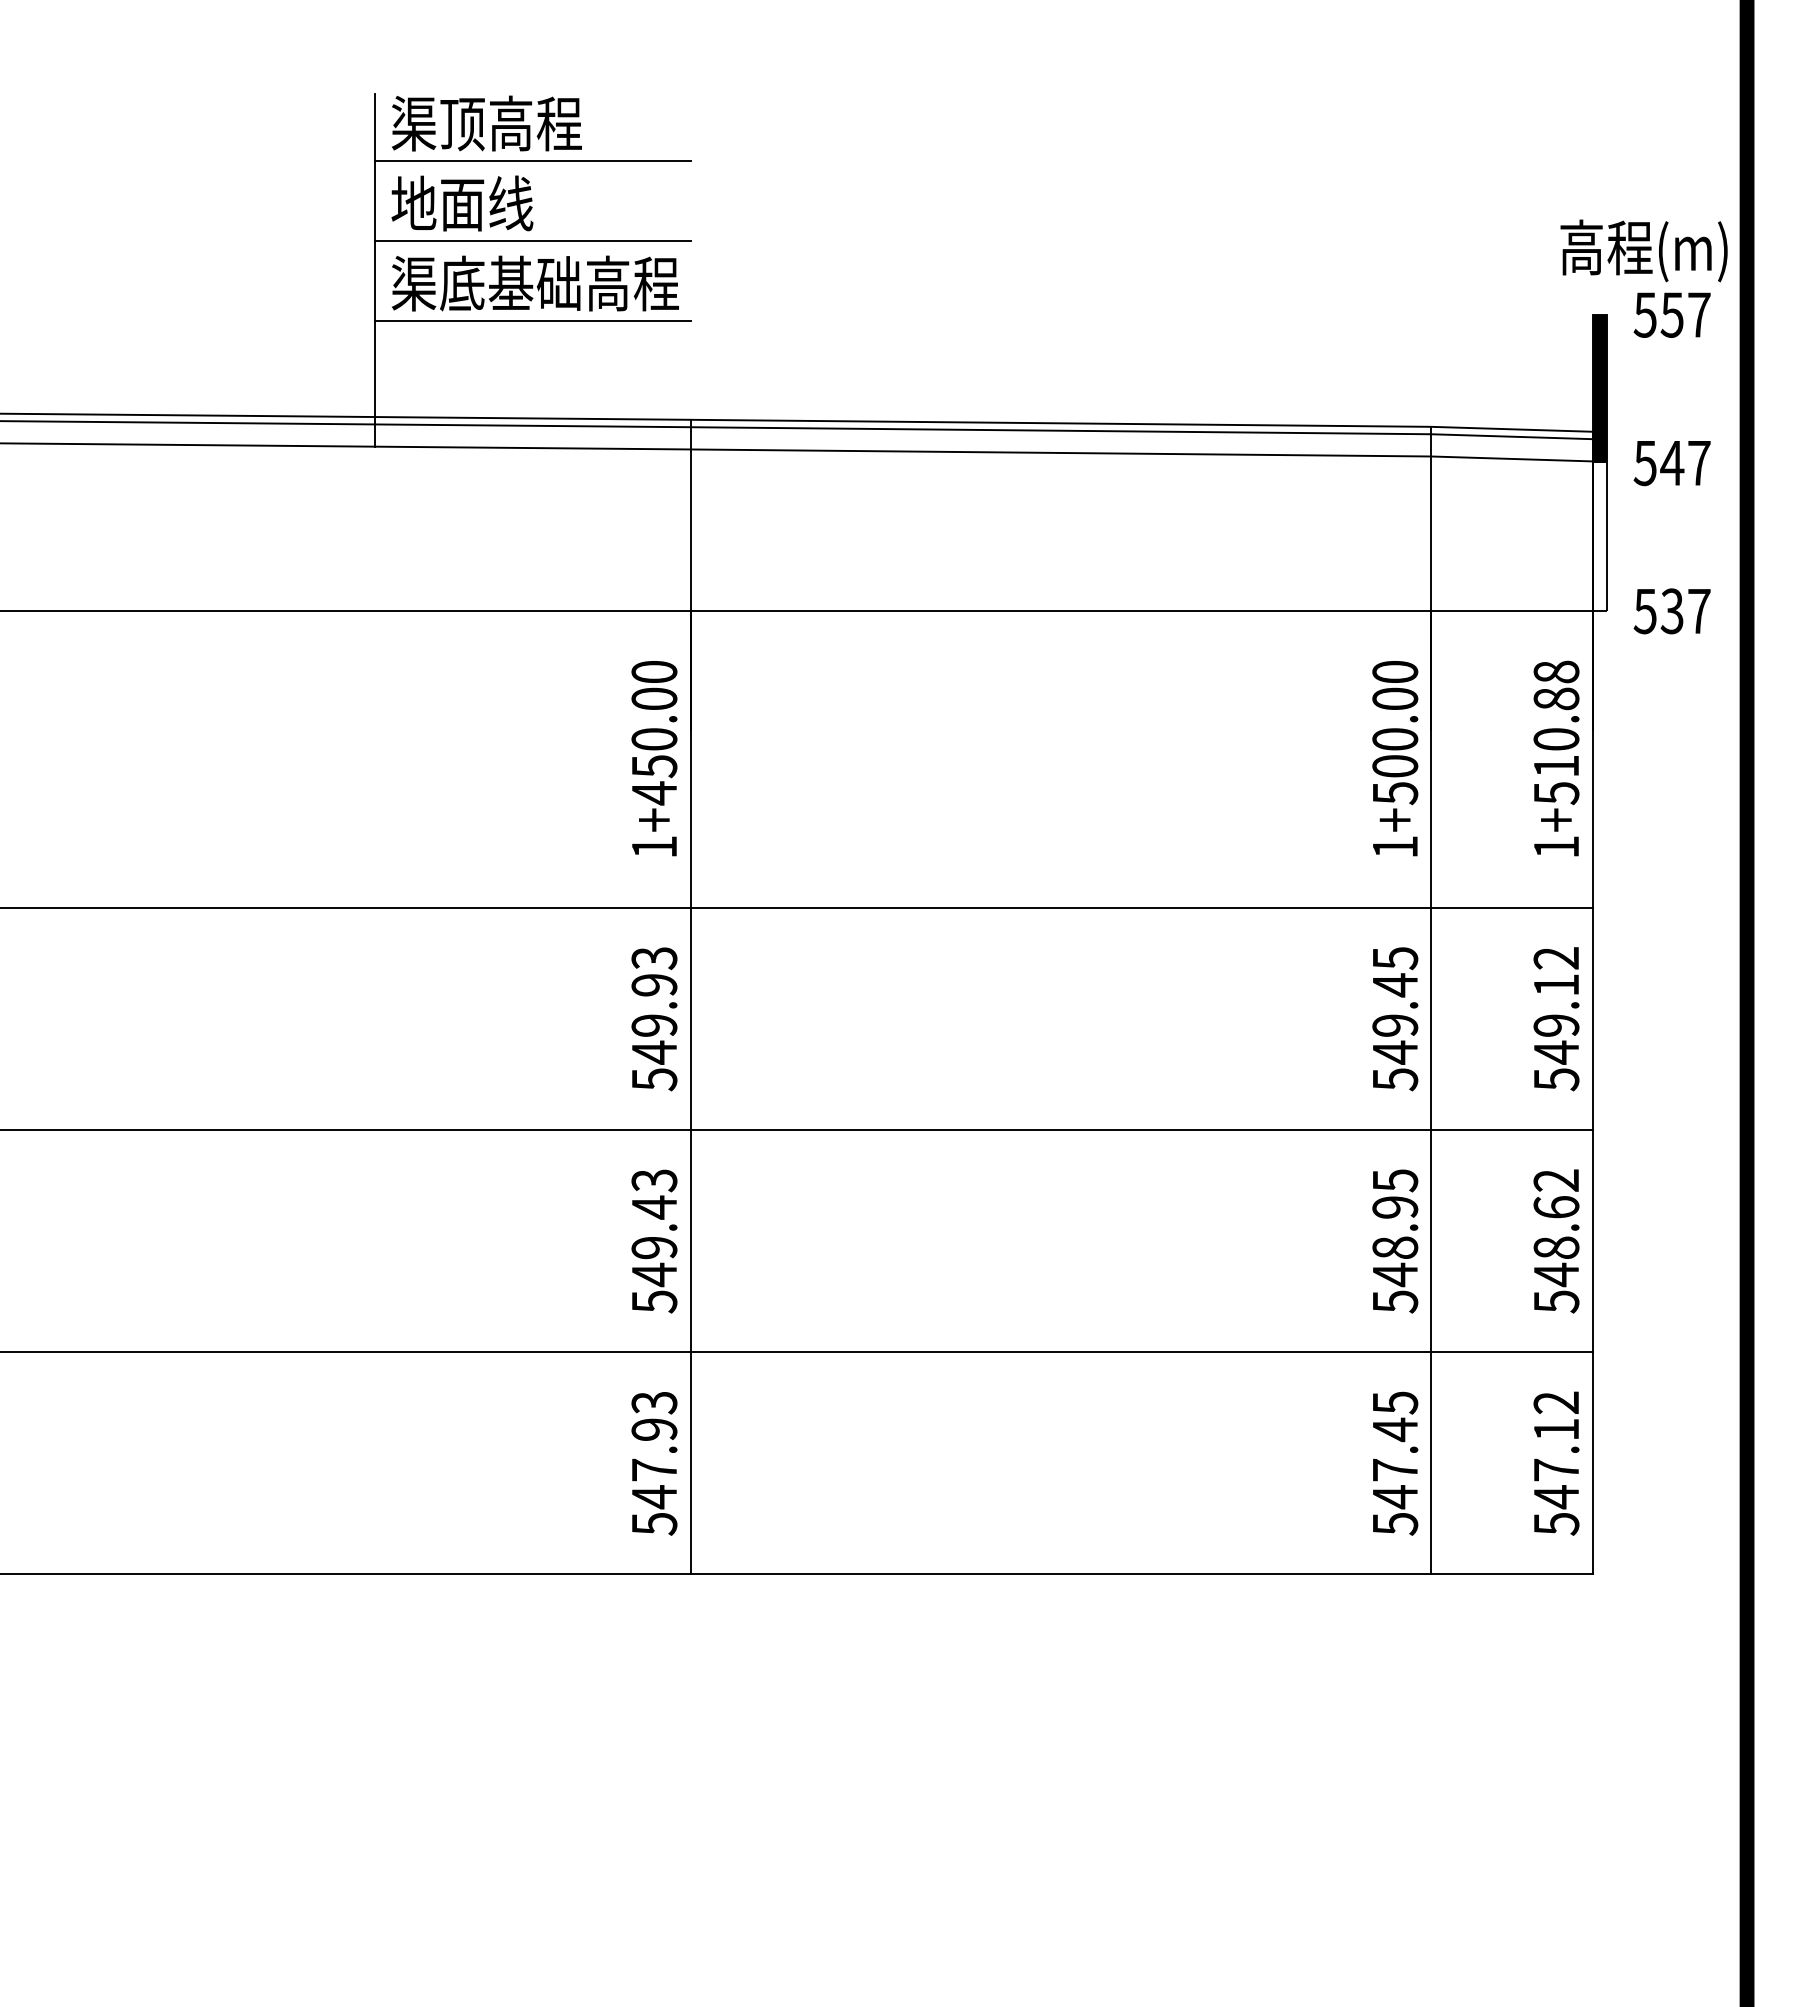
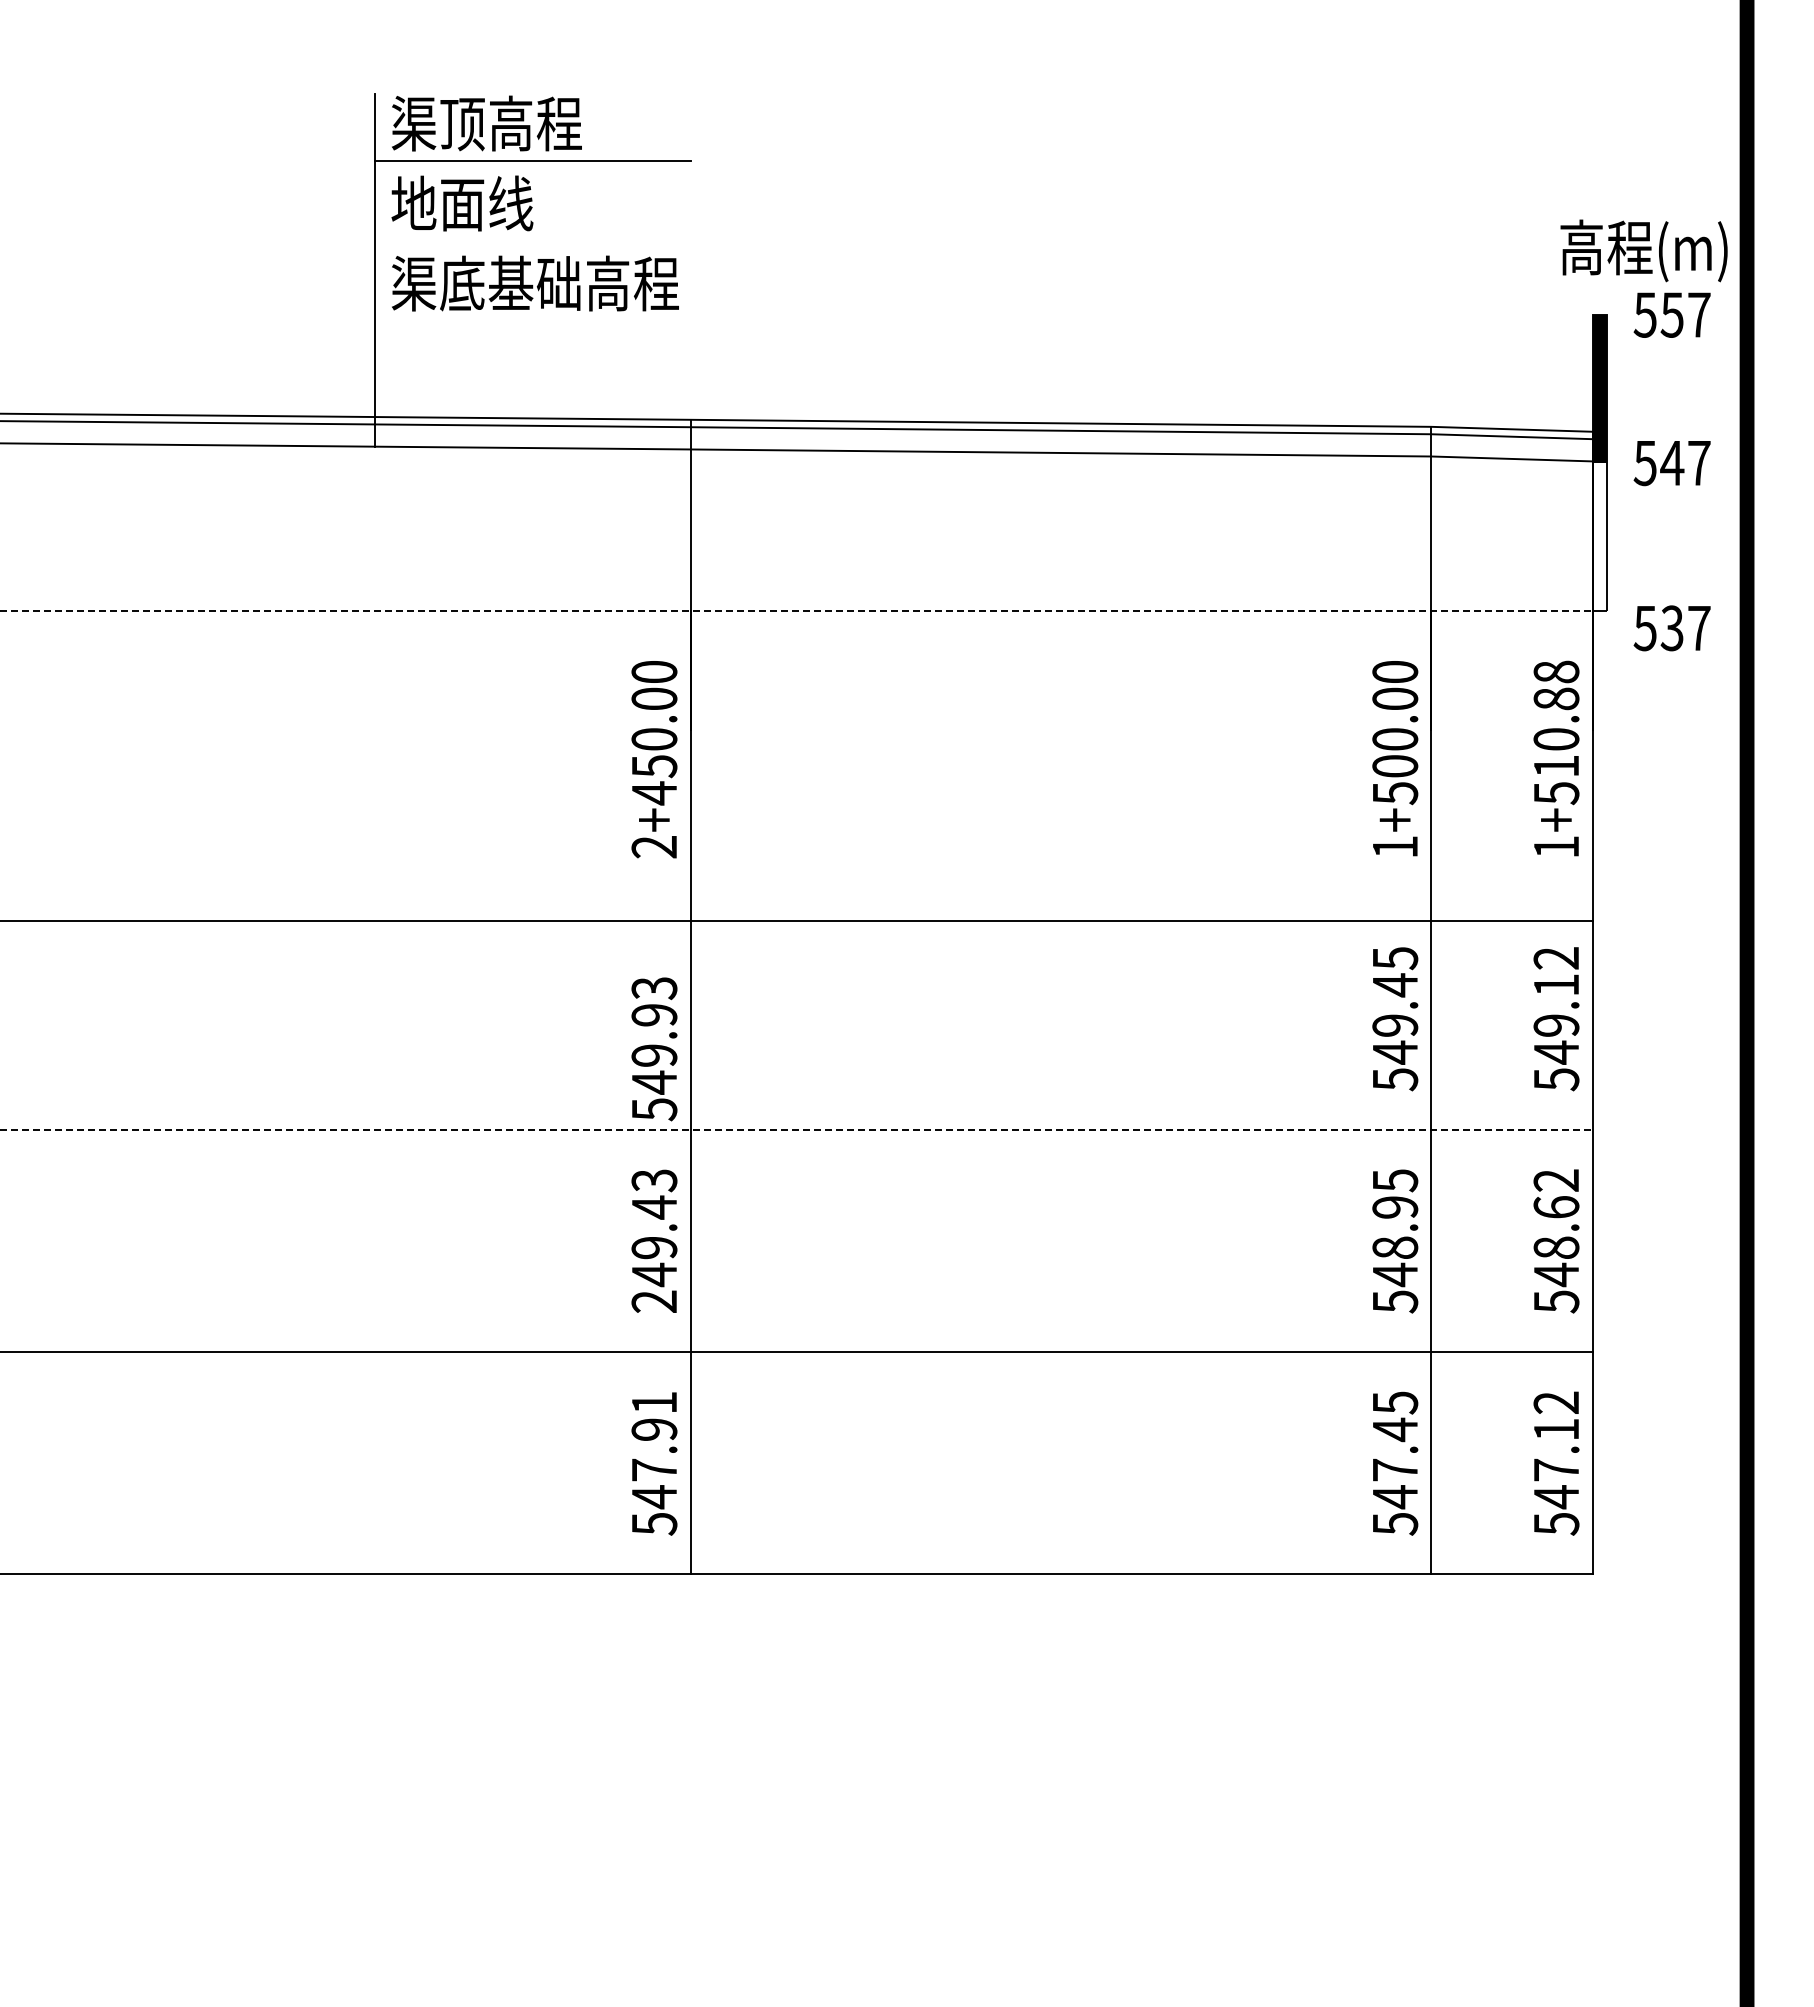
line at (532, 240): present -> none
line at (532, 320): present -> none
line at (797, 611): solid -> dashed
text at (1671, 611) position: (1671, 611) -> (1671, 628)
text at (653, 847): 1+450.00 -> 2+450.00
line at (797, 907) position: (797, 907) -> (797, 920)
text at (654, 1019) position: (654, 1019) -> (654, 1049)
line at (797, 1129): solid -> dashed
text at (654, 1301): 549.43 -> 249.43
text at (654, 1403): 547.93 -> 547.91
